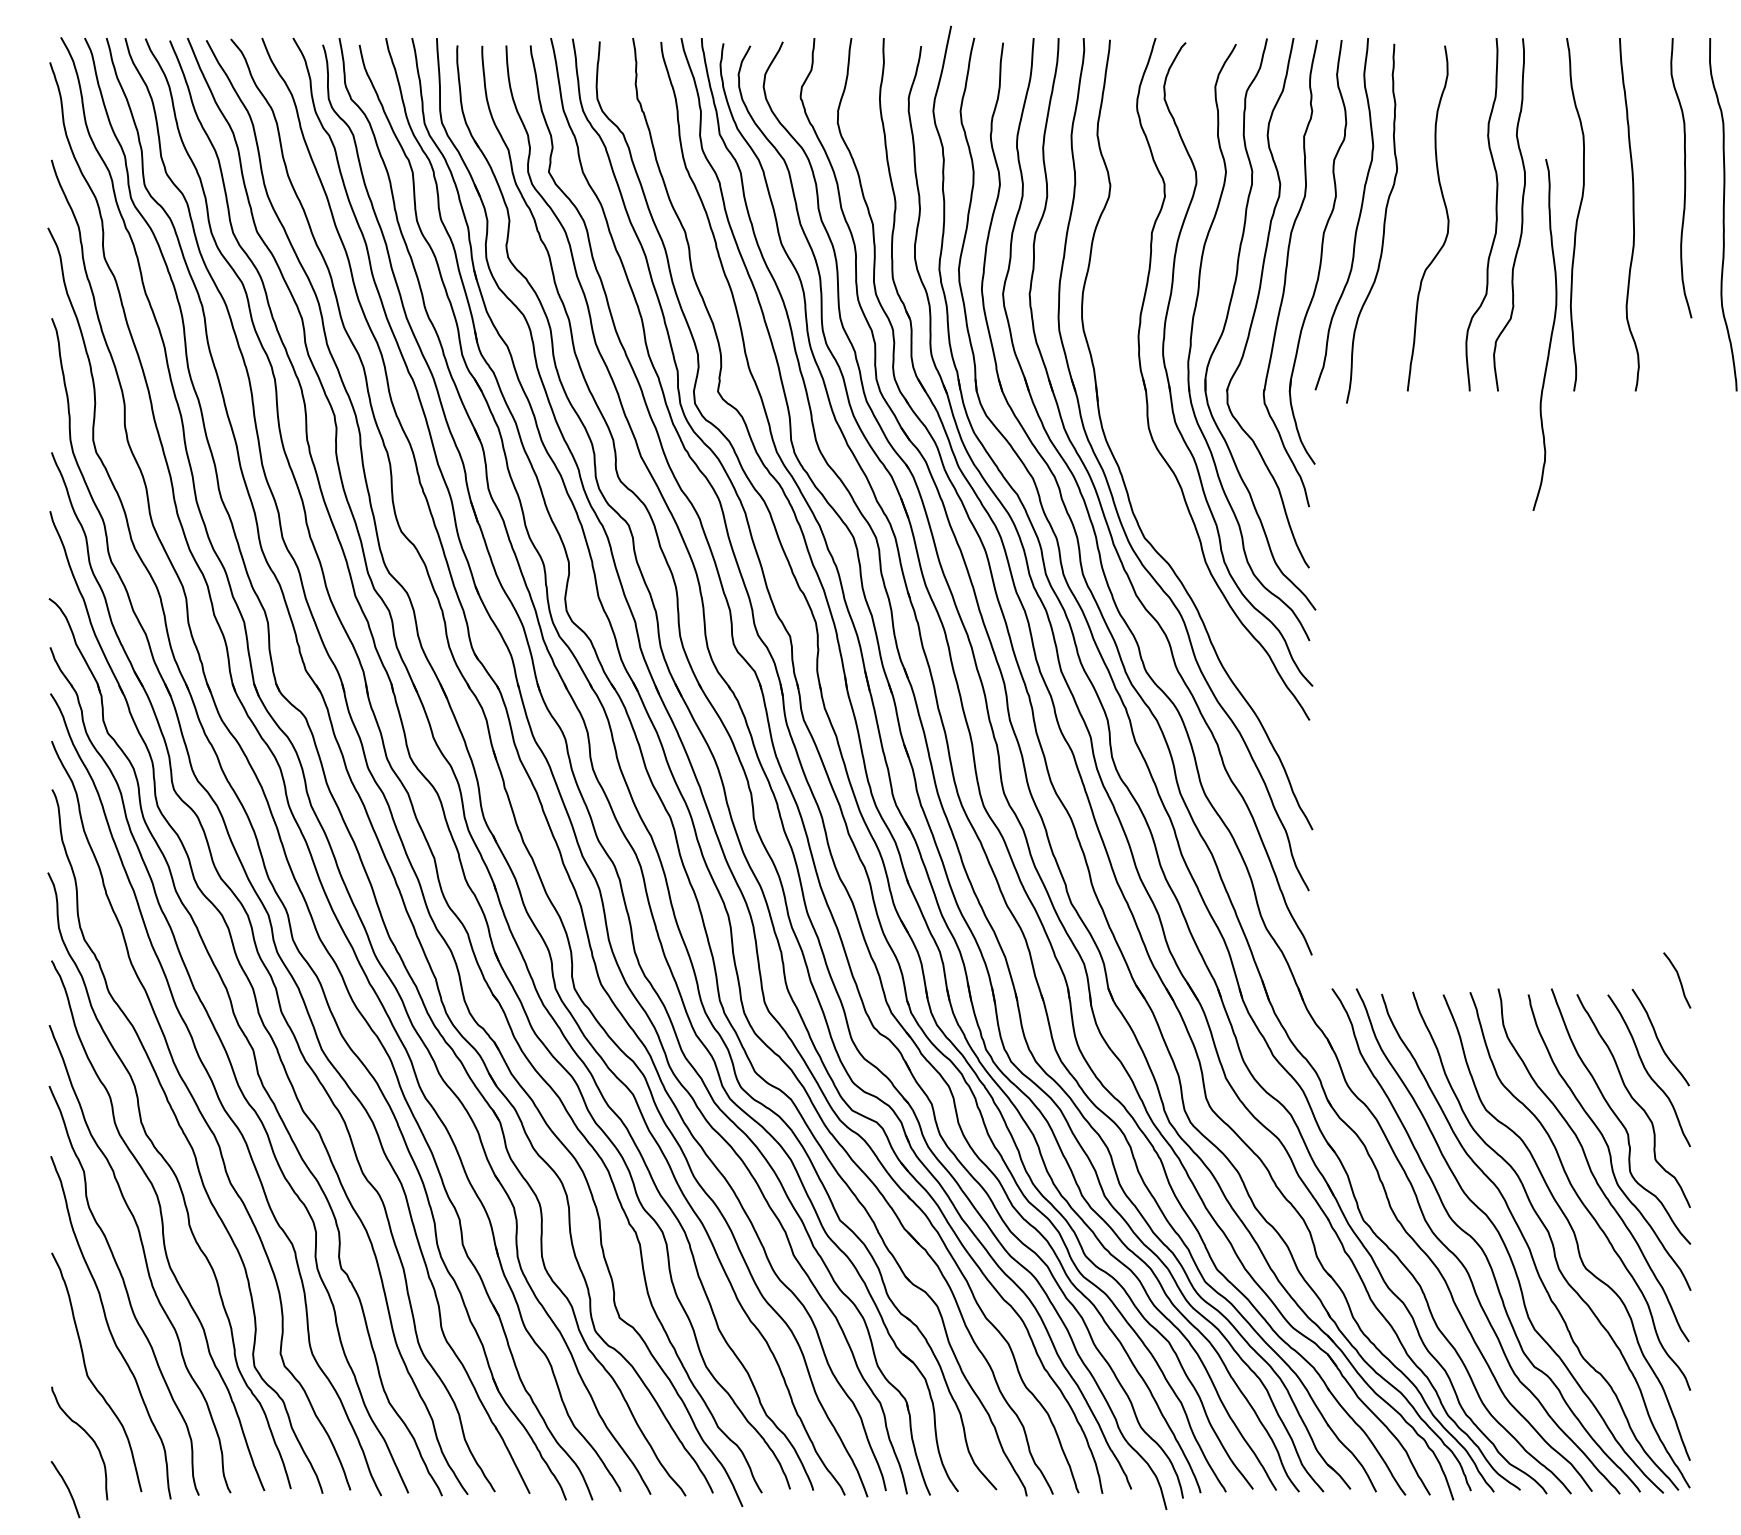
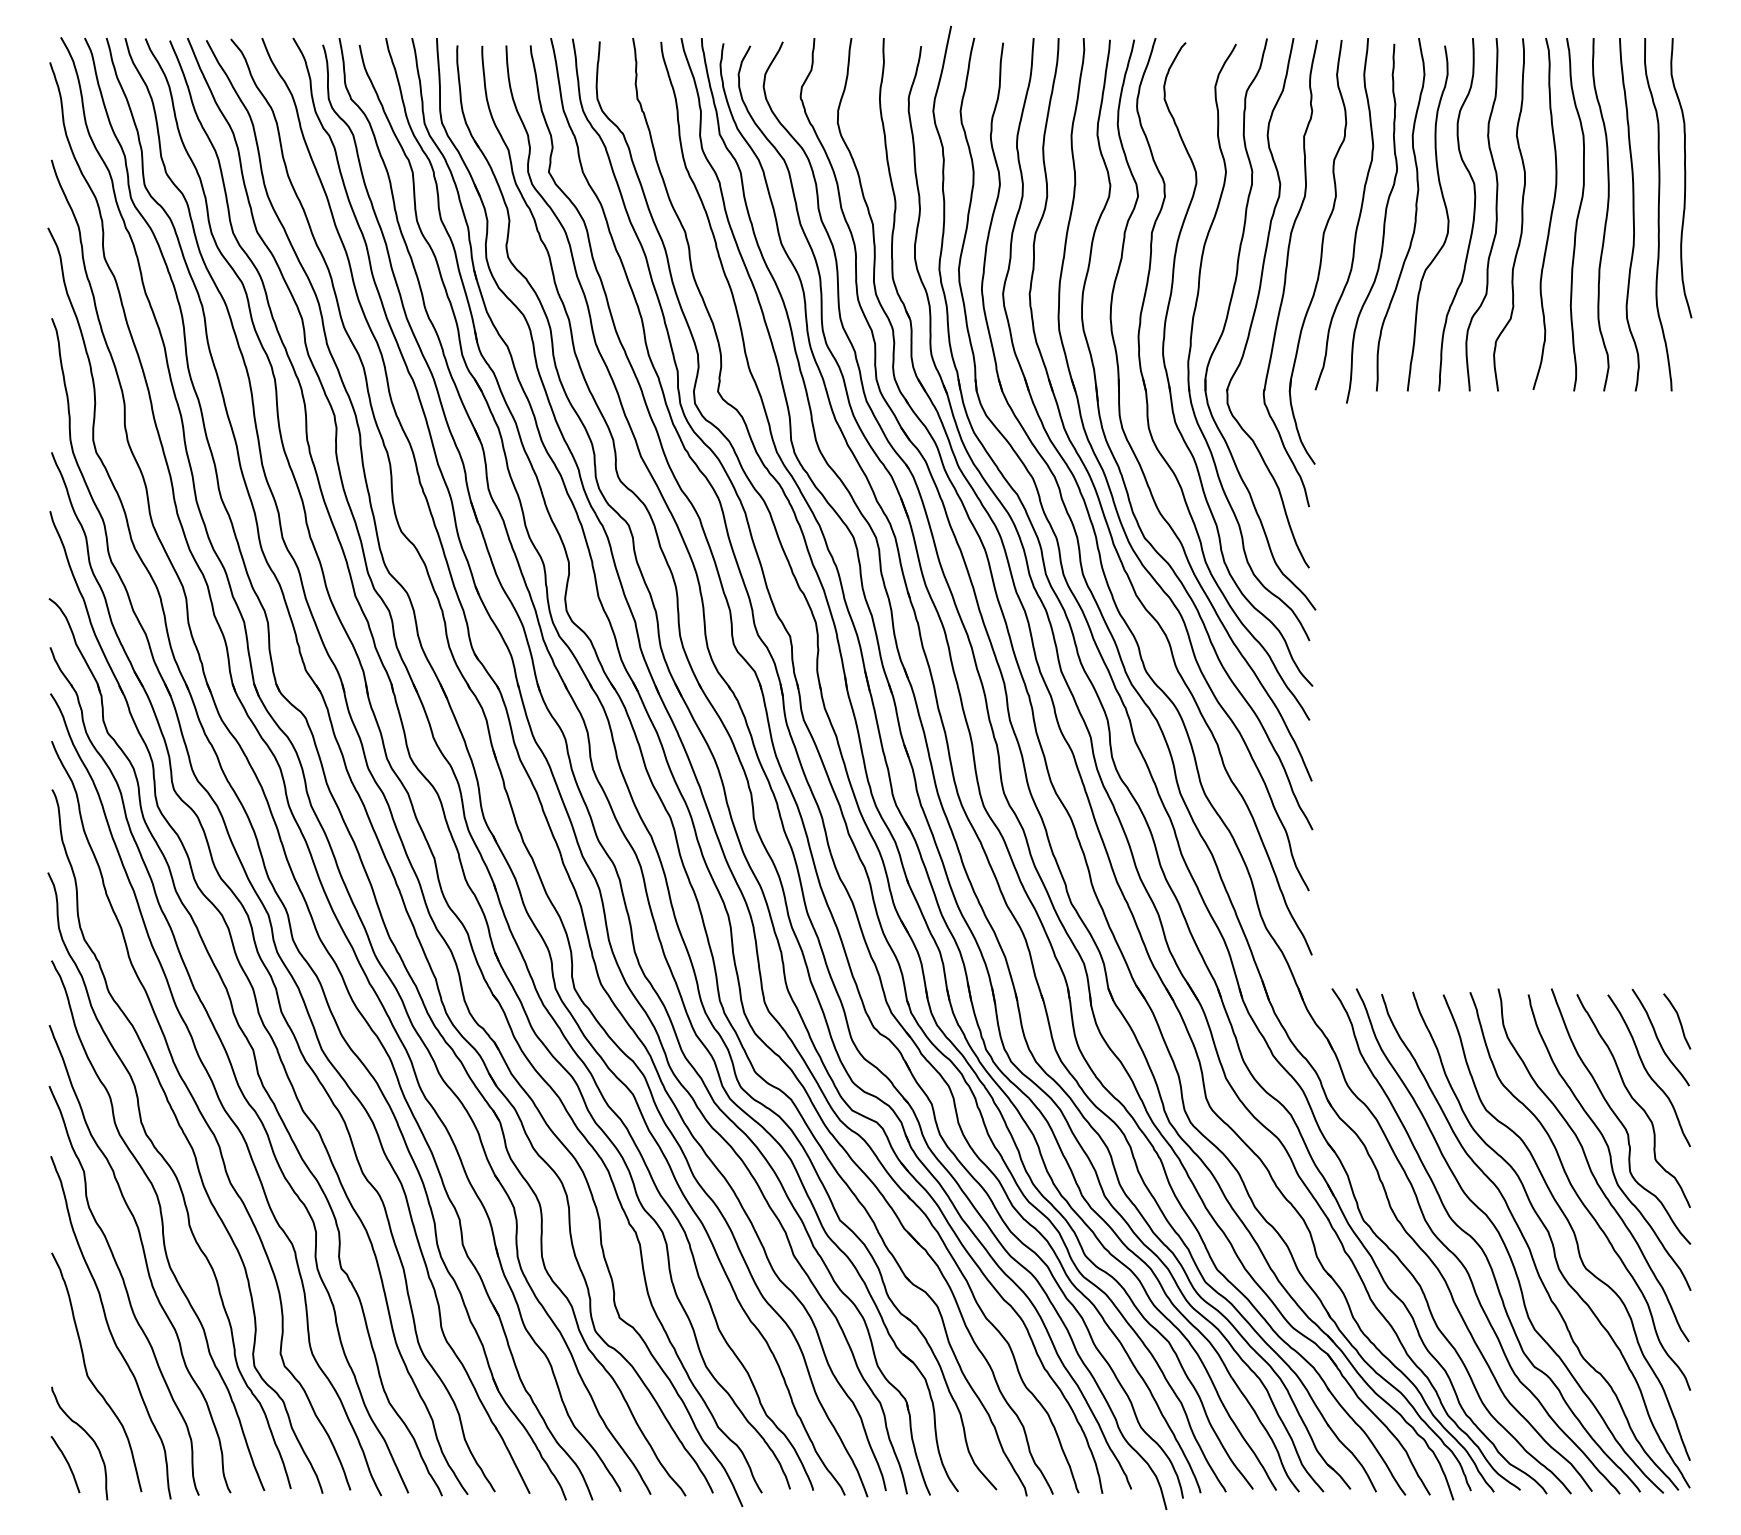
curve at (1473, 214): none -> present
curve at (1723, 214) position: (1723, 214) -> (1658, 214)
curve at (1414, 216): none -> present
curve at (1605, 216): none -> present
curve at (1550, 334) position: (1550, 334) -> (1550, 213)
part at (1133, 449): none -> present
curve at (1678, 979) position: (1678, 979) -> (1678, 1020)
curve at (67, 1489) position: (67, 1489) -> (67, 1464)
